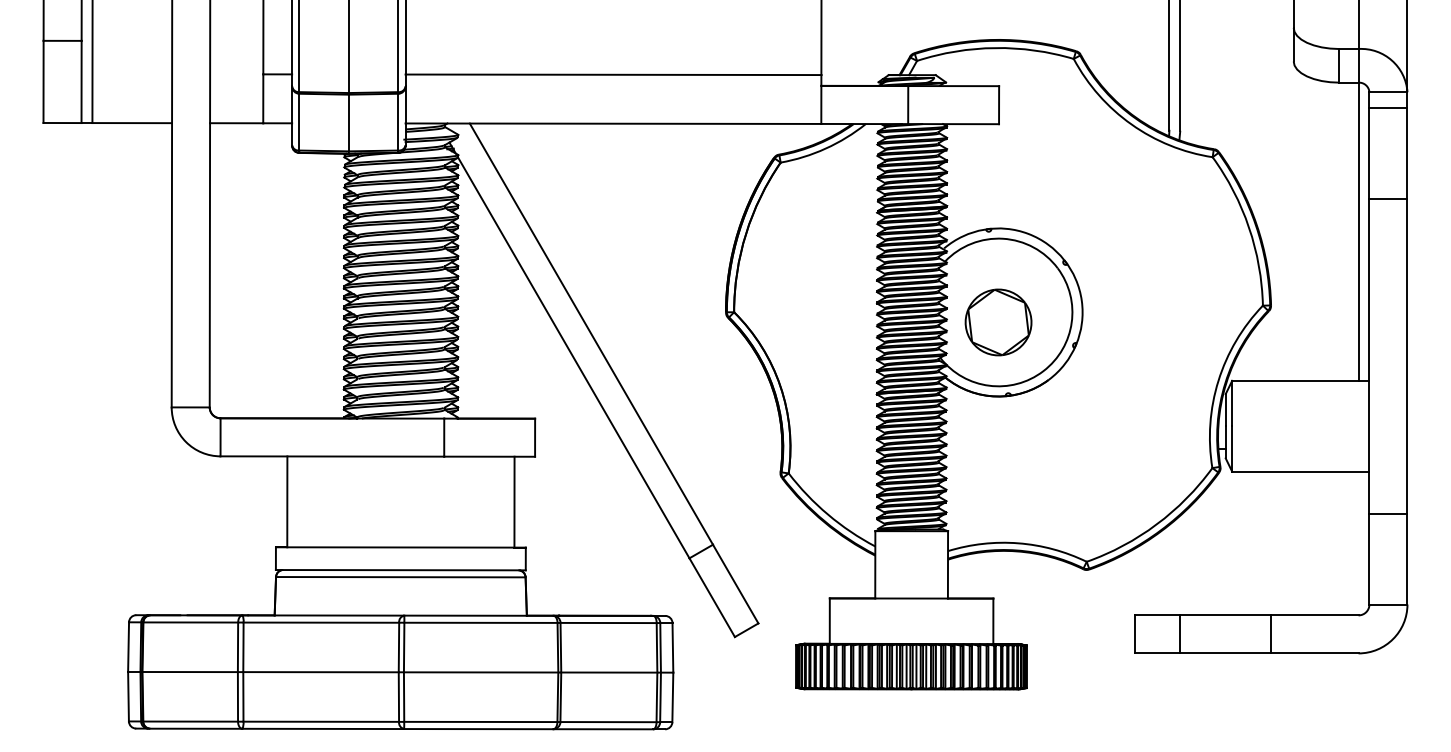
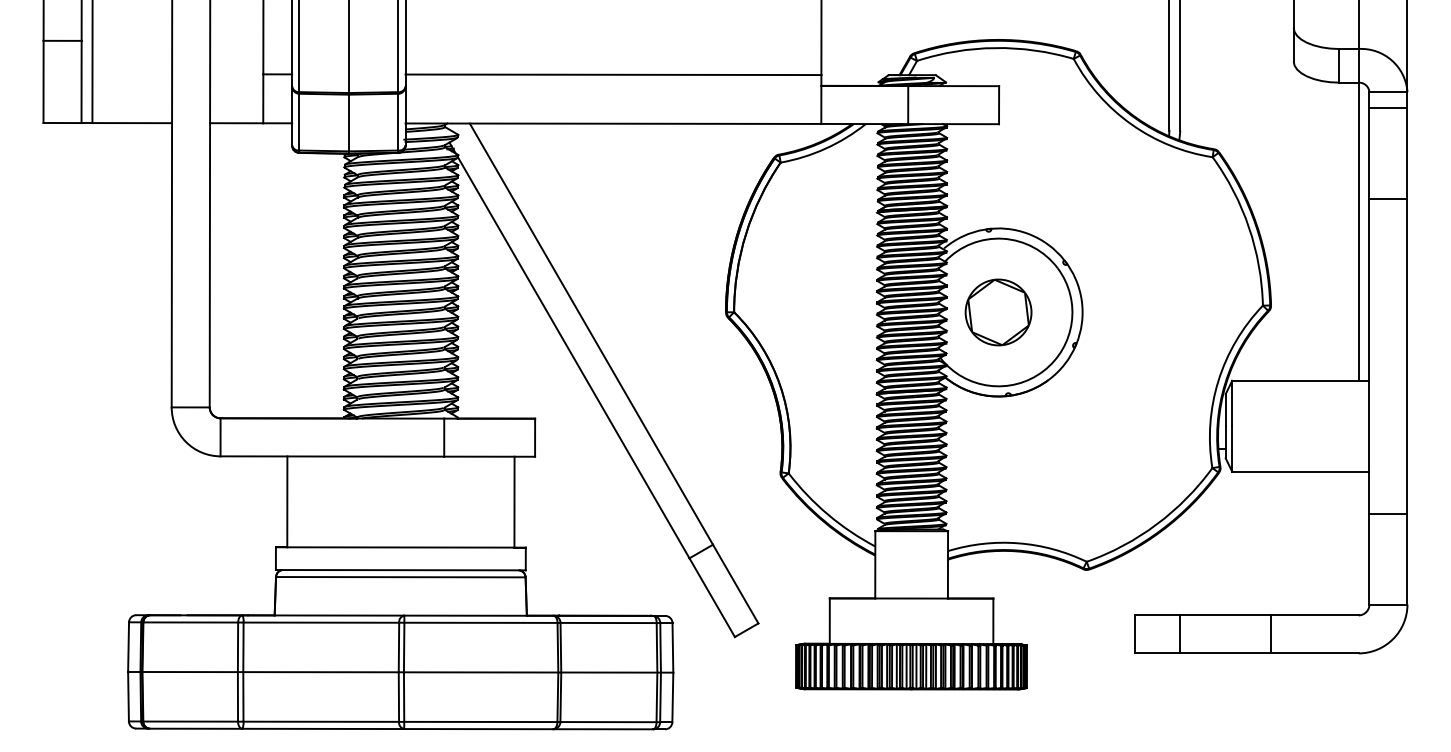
part at (998, 322) position: (998, 322) -> (998, 312)
